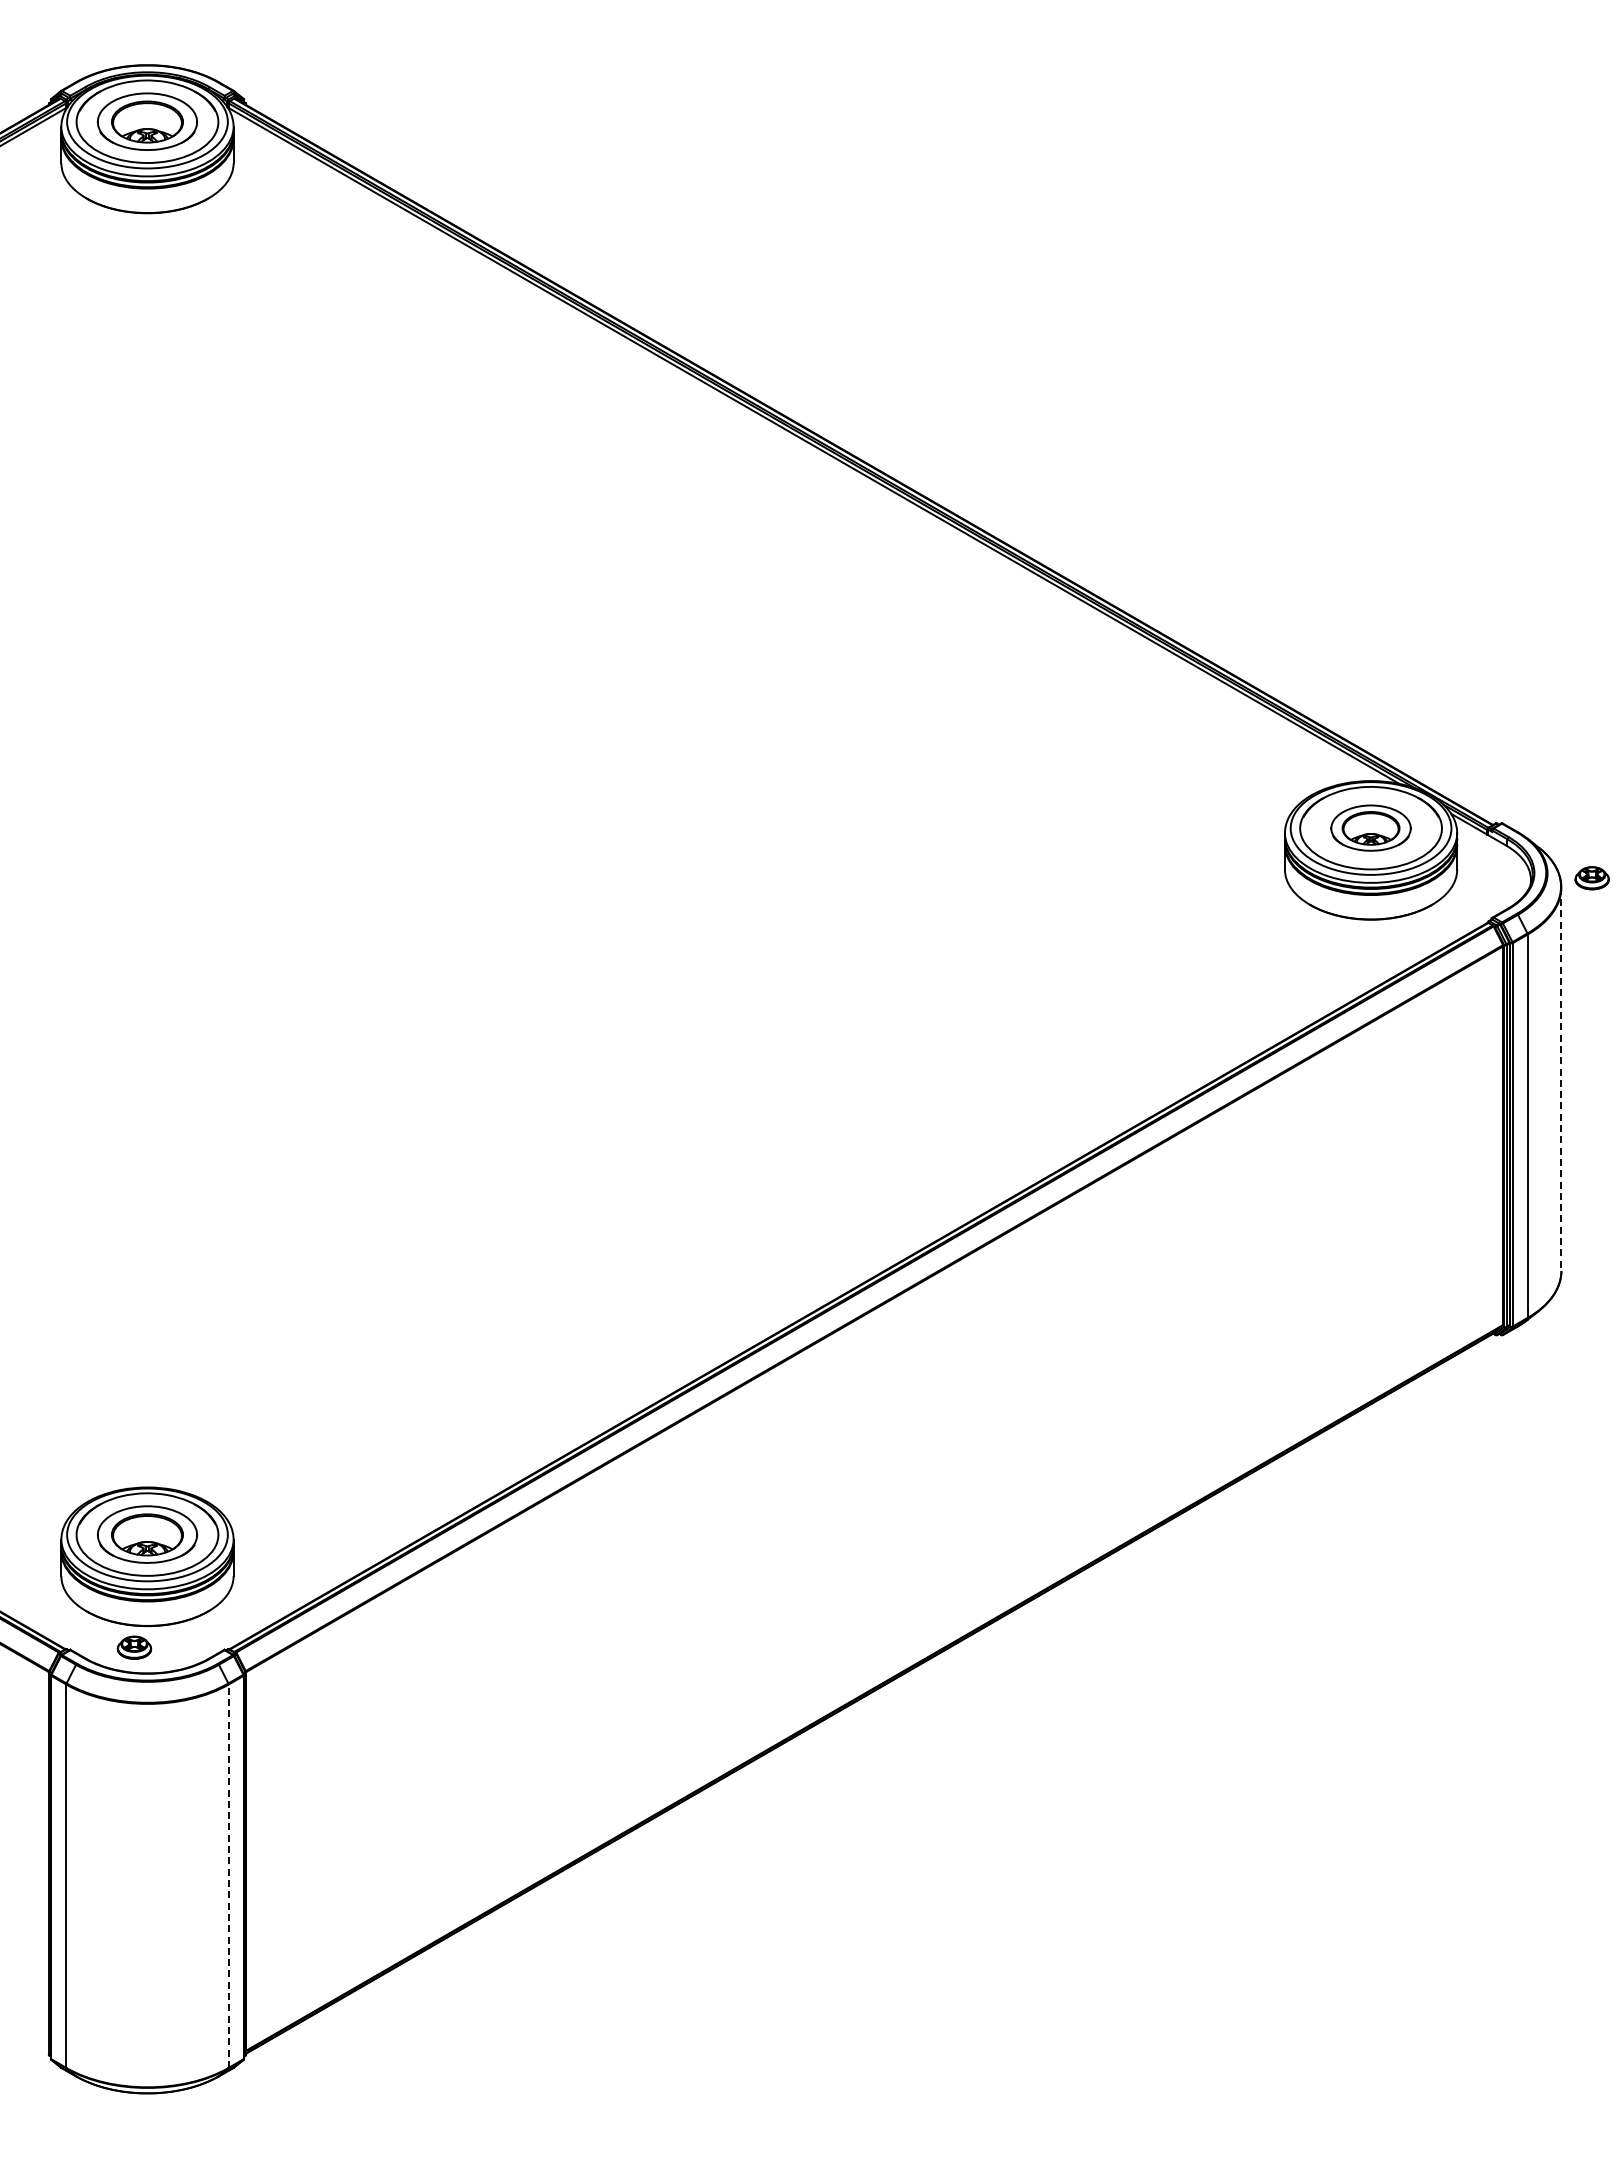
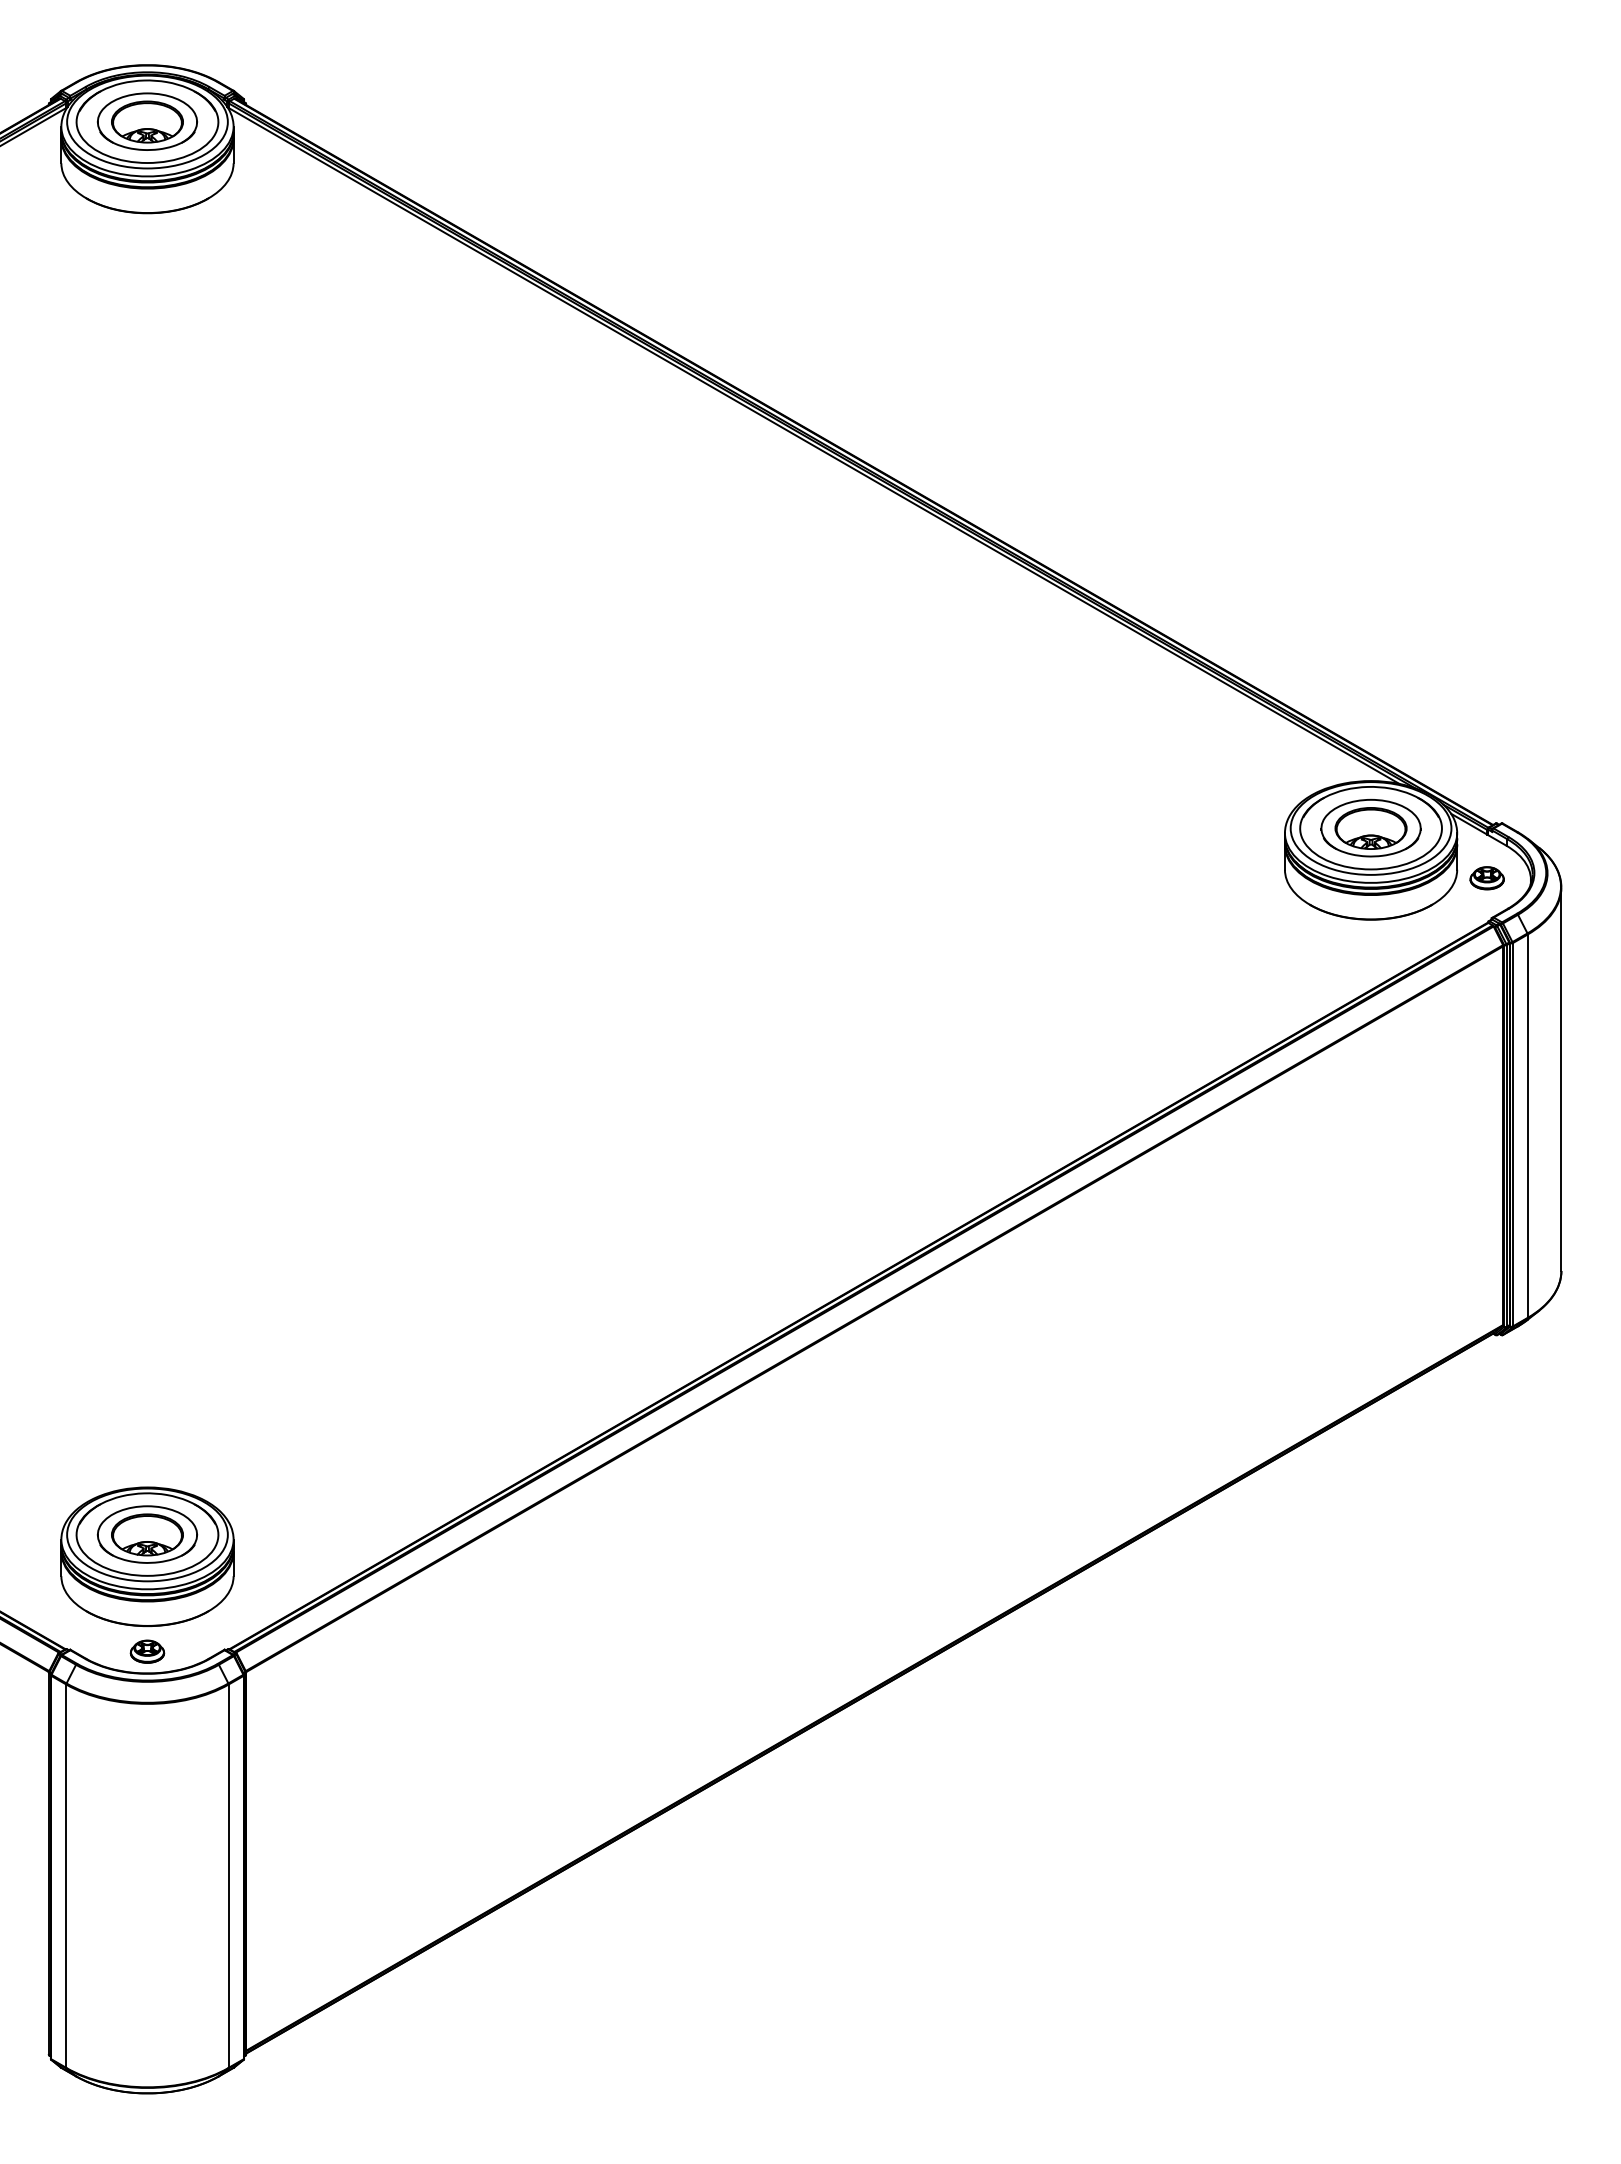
part at (1370, 827) size: 82x48 px -> 102x60 px
part at (1591, 878) position: (1591, 878) -> (1486, 878)
line at (1561, 1079): dashed -> solid
part at (134, 1647) position: (134, 1647) -> (147, 1651)
line at (228, 1876): dashed -> solid
